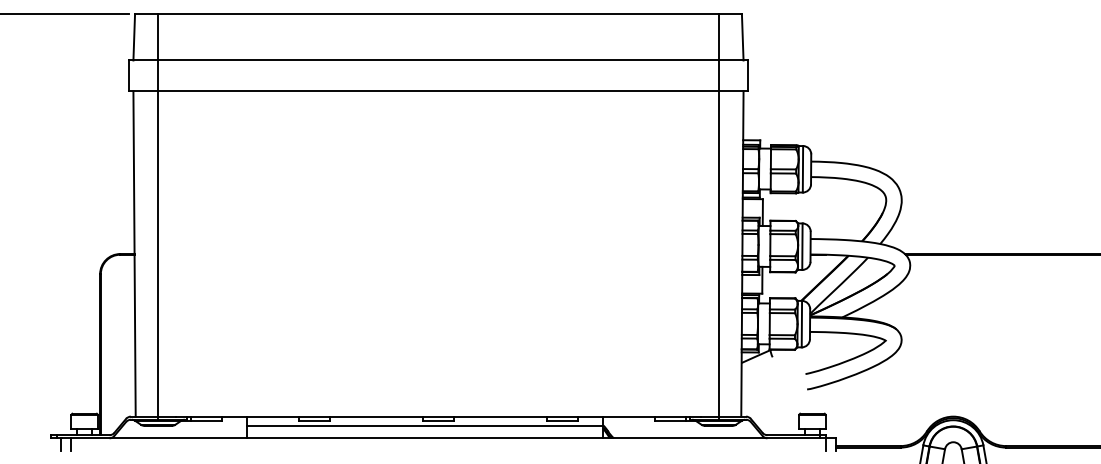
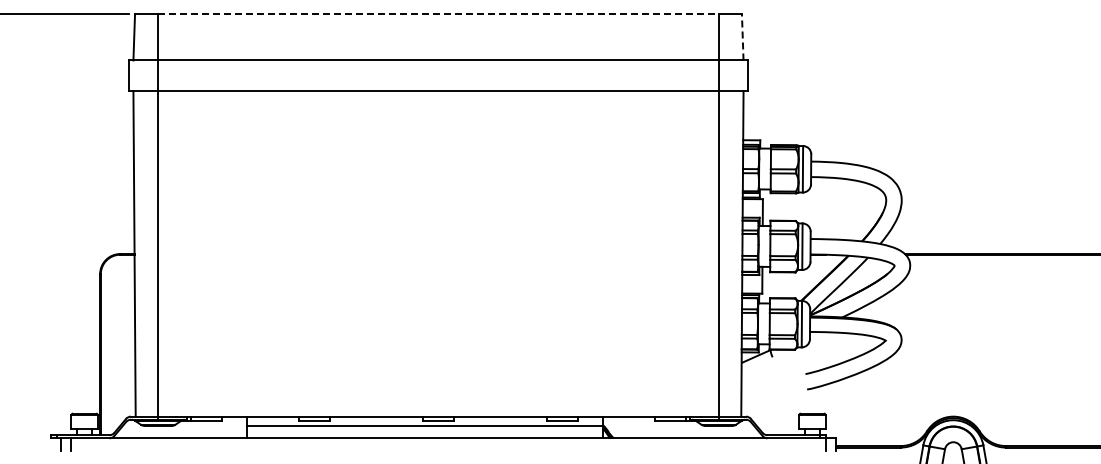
line at (438, 14): solid -> dashed
line at (742, 36): solid -> dashed
